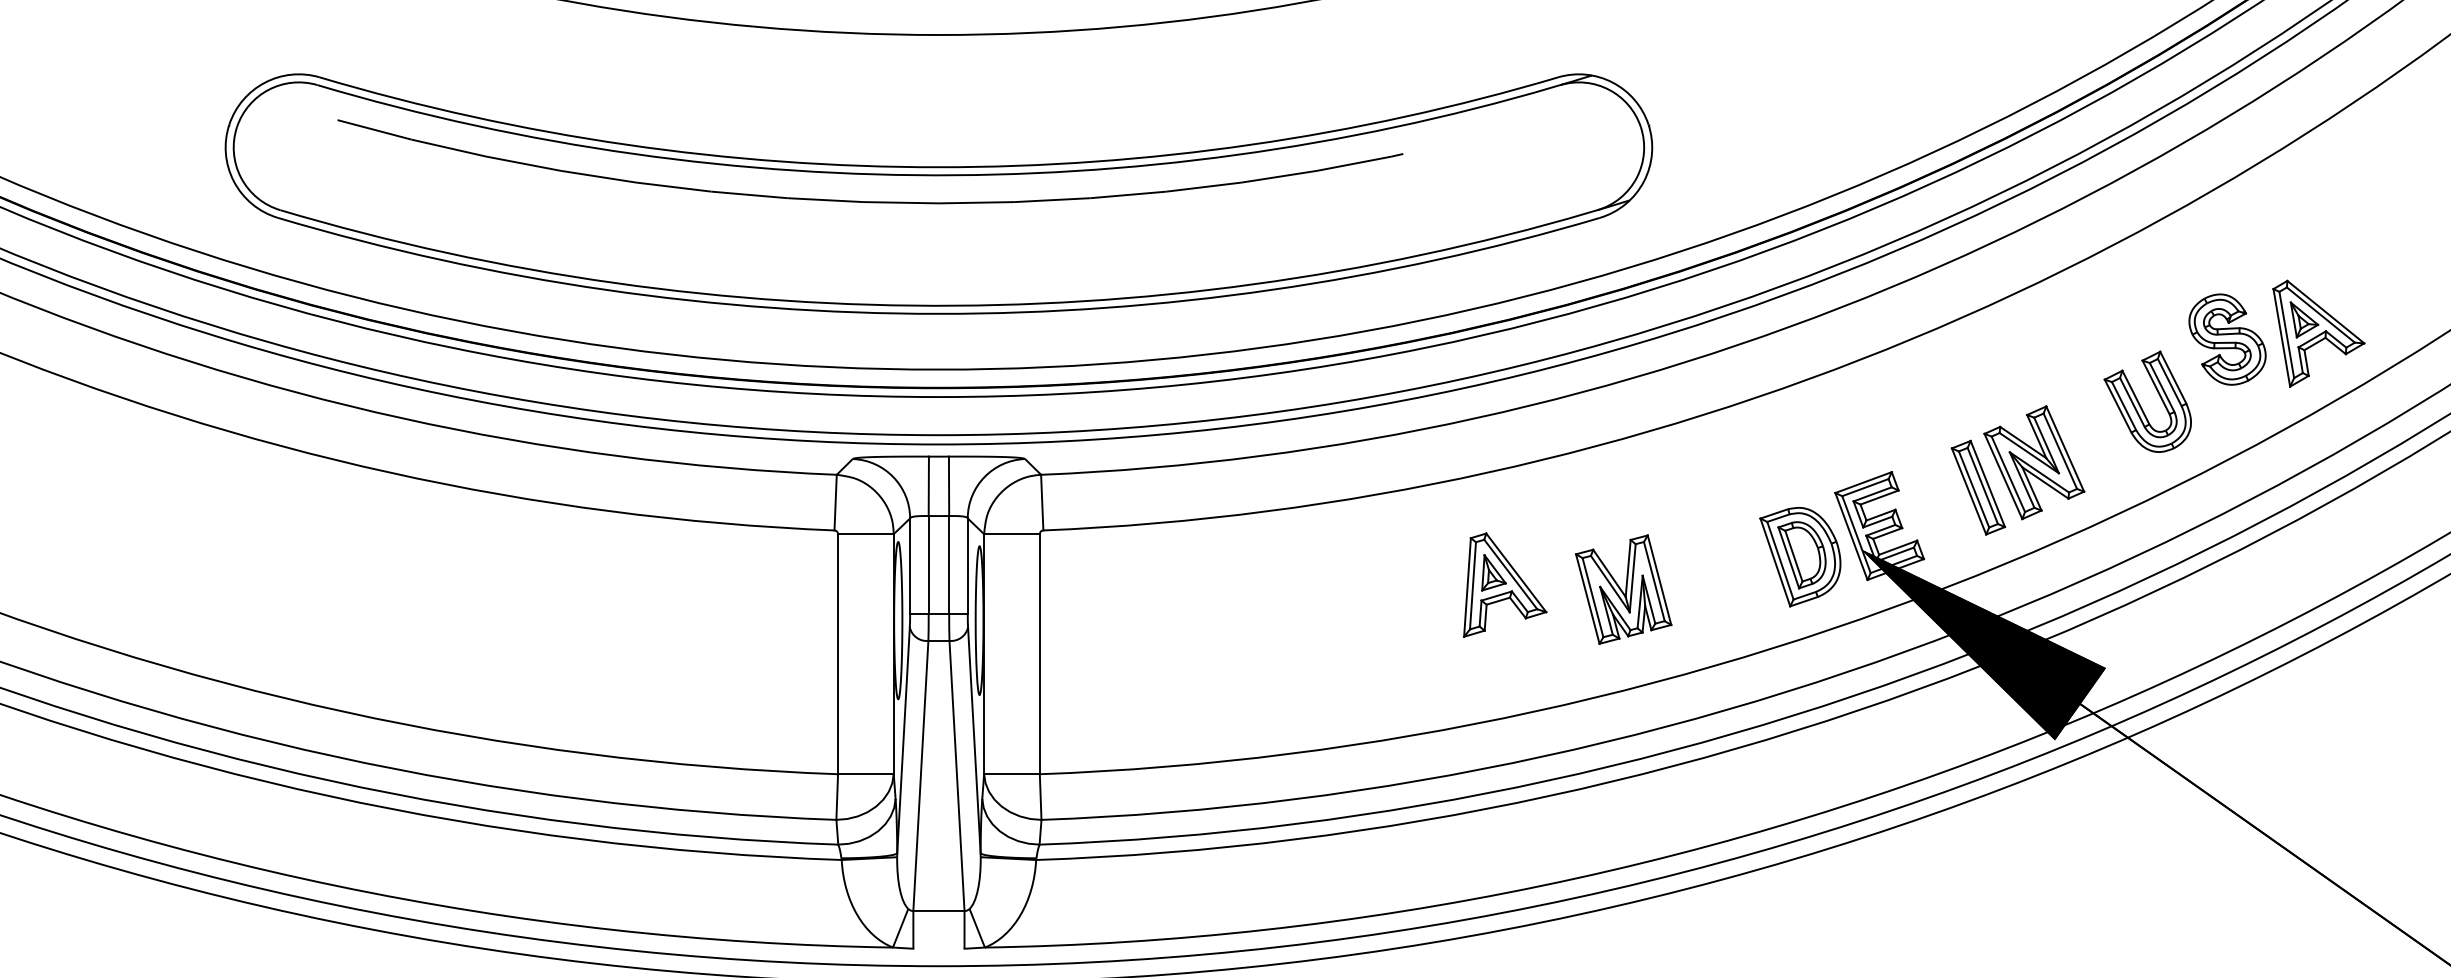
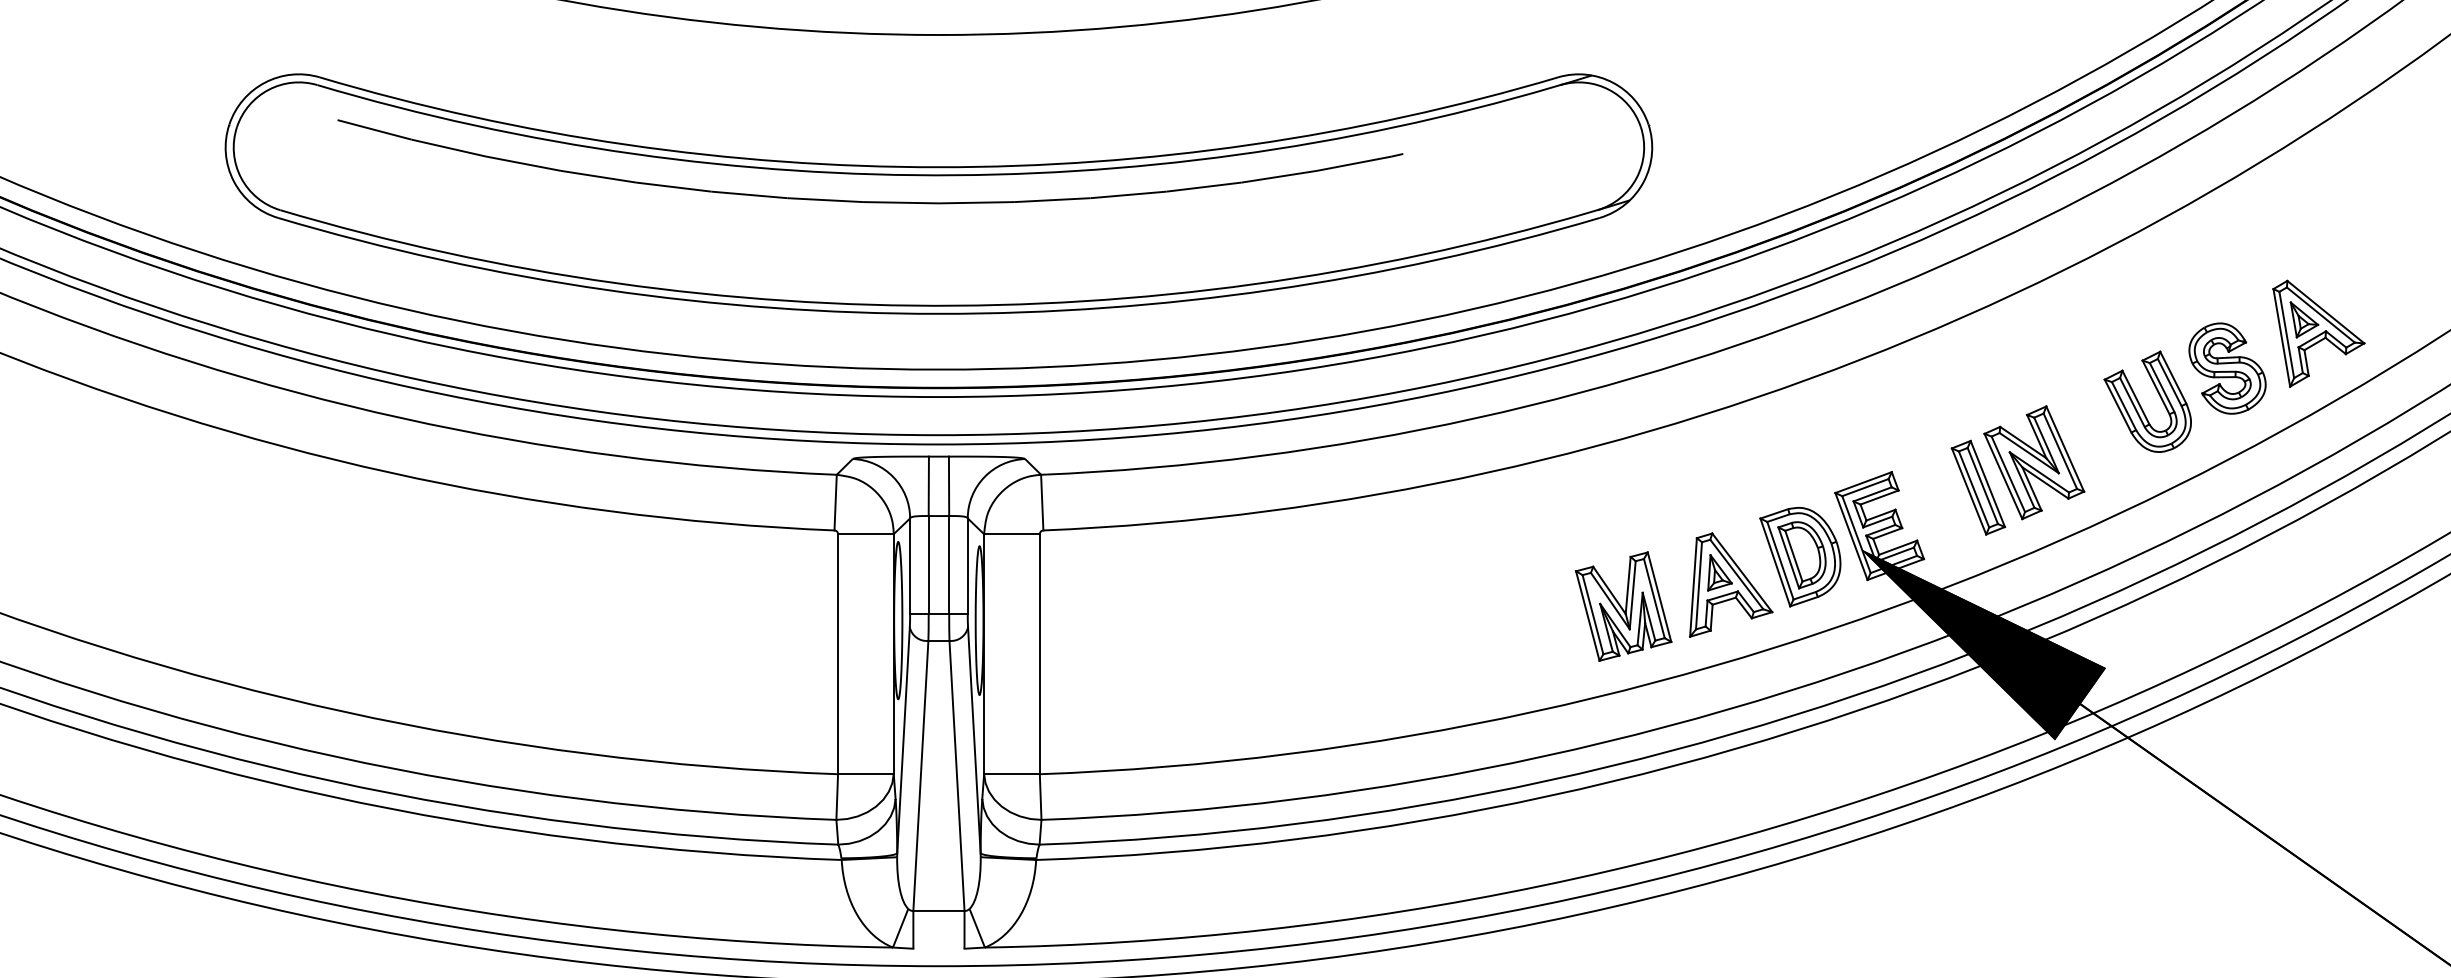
part at (2227, 339) position: (2227, 339) -> (2227, 368)
part at (1505, 584) position: (1505, 584) -> (1731, 584)
part at (1623, 589) position: (1623, 589) -> (1623, 606)
